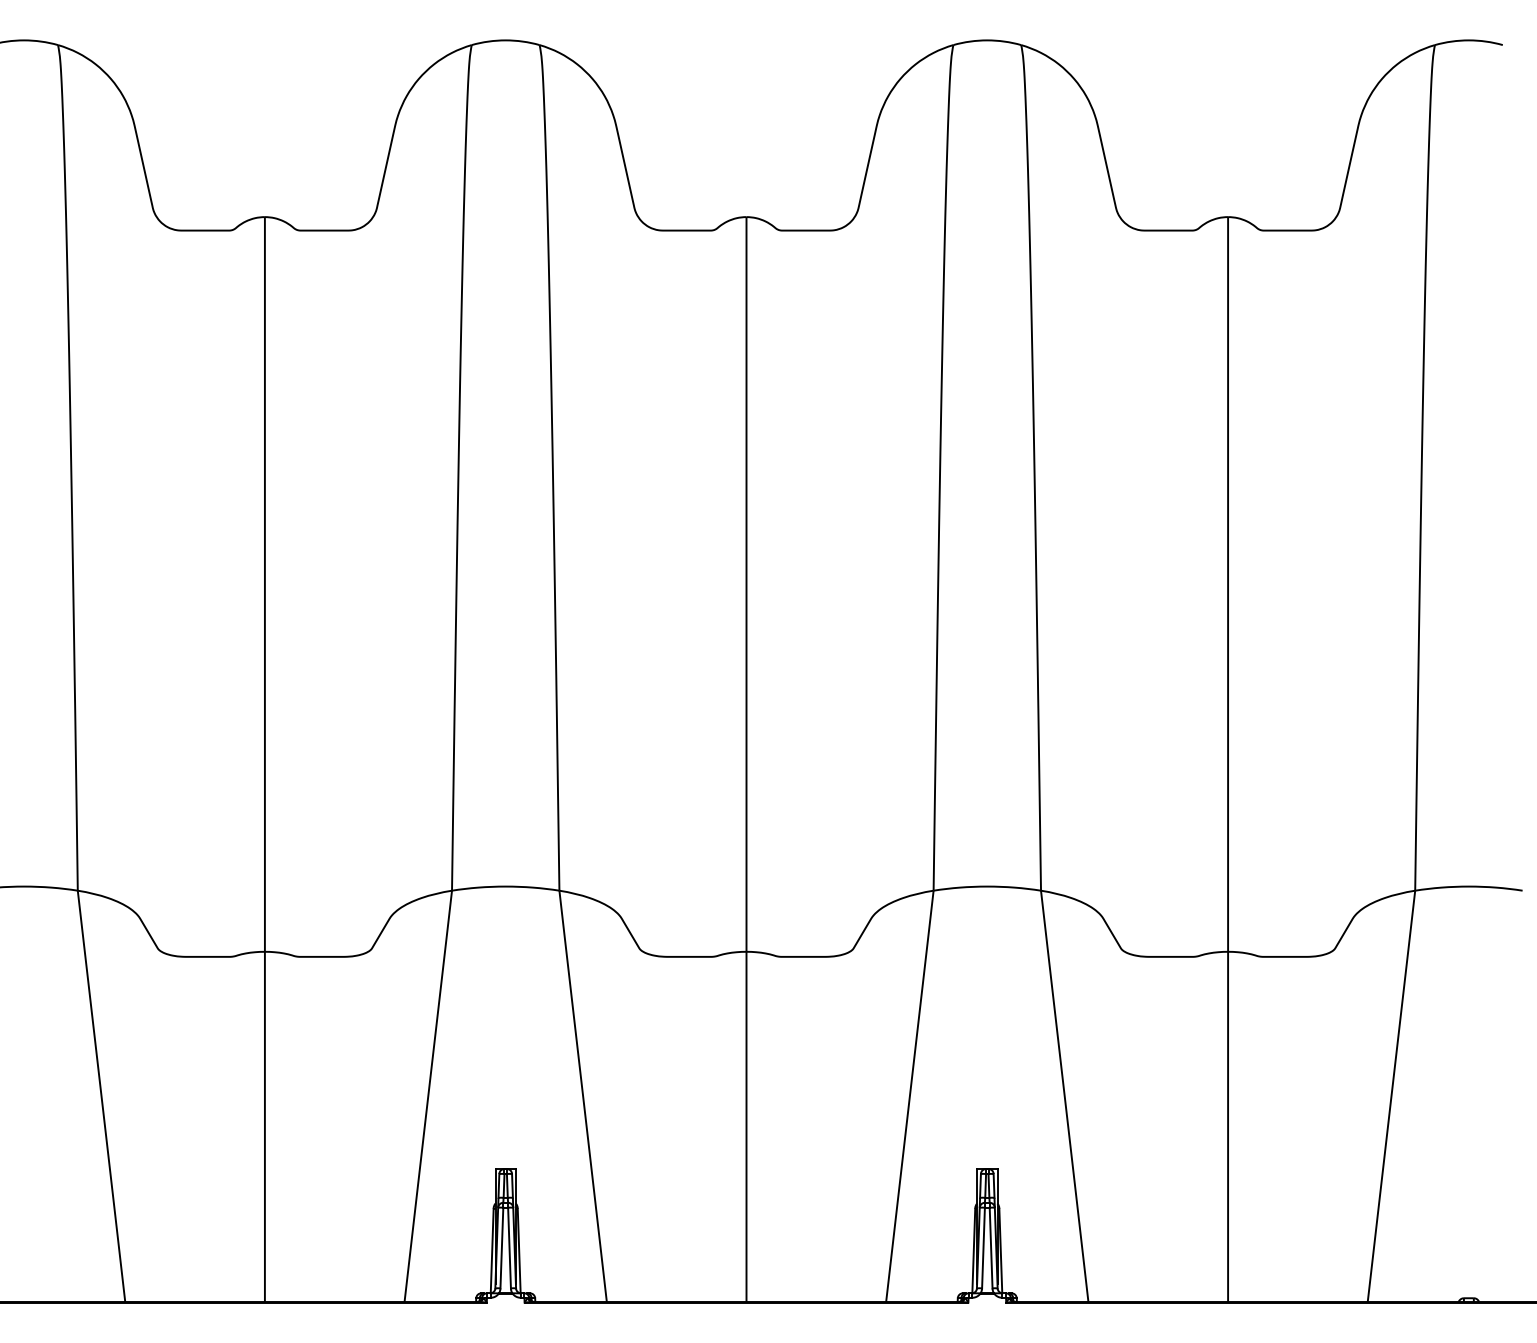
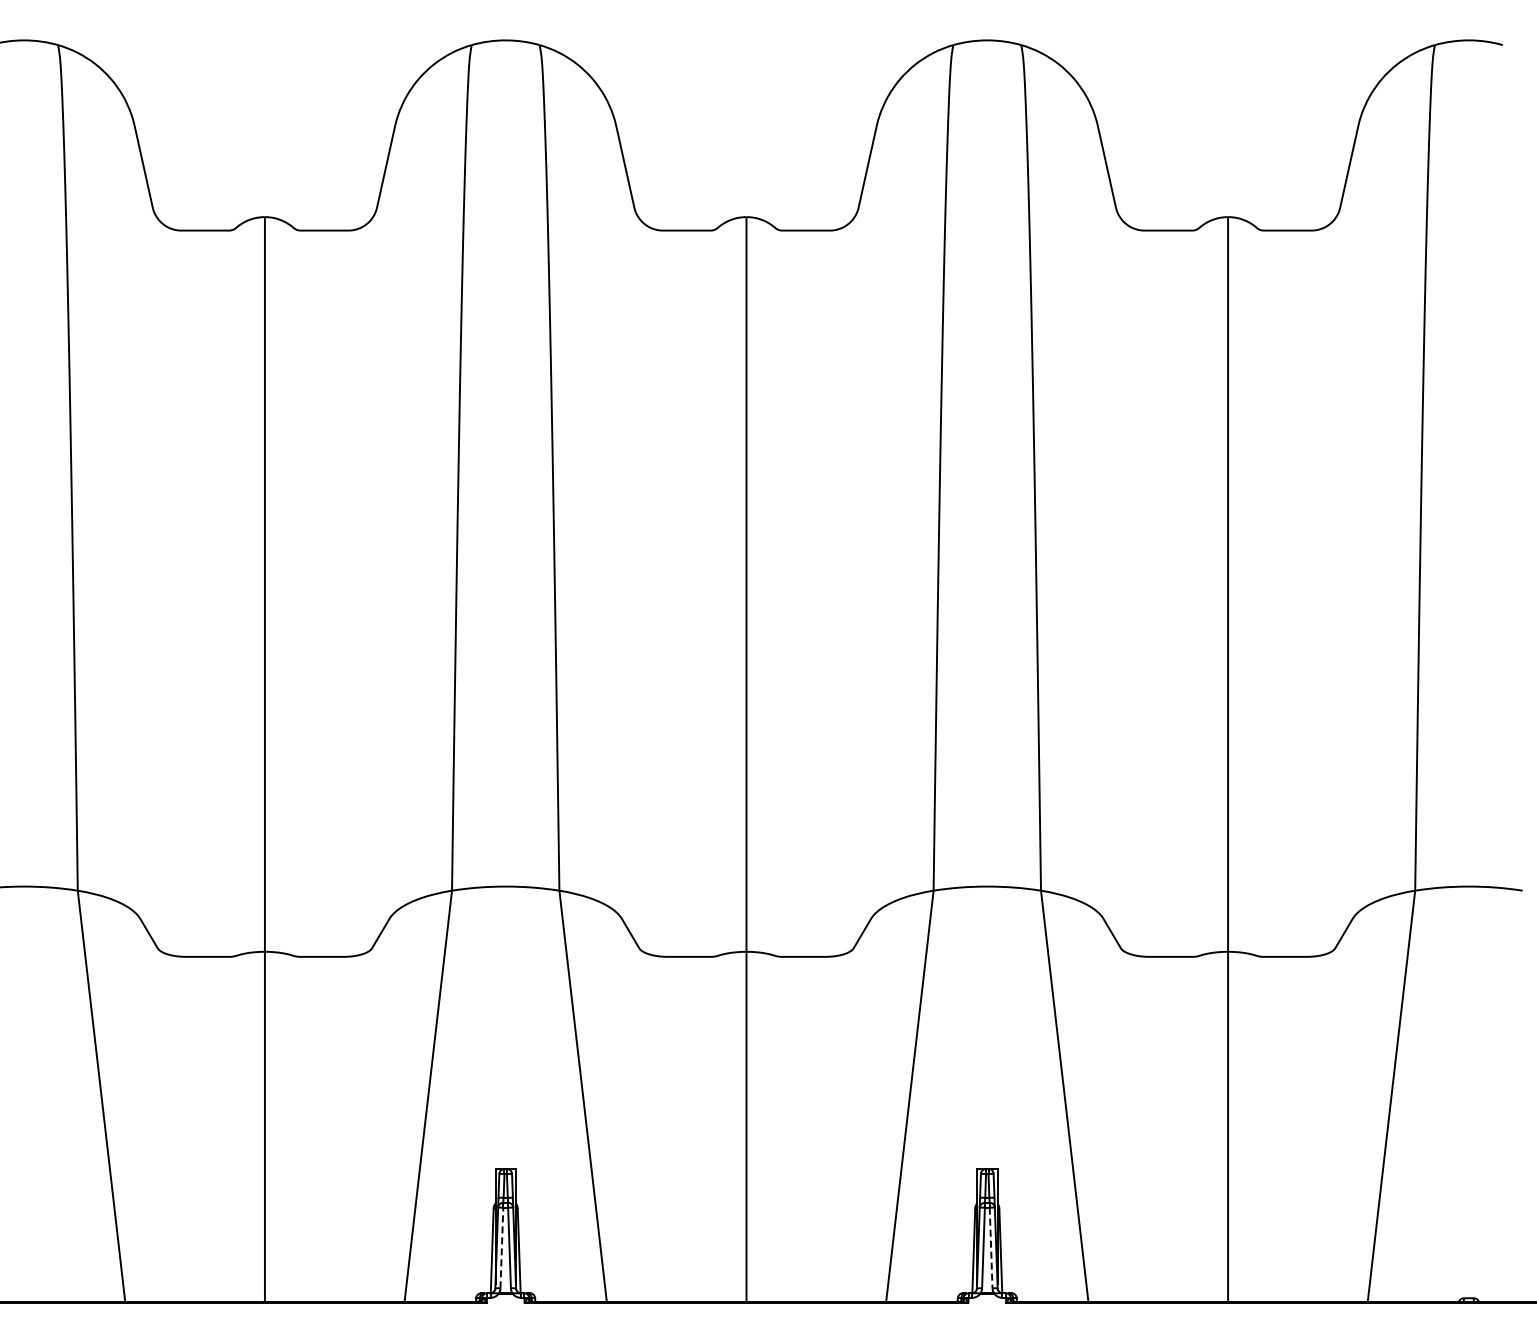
line at (501, 1247): solid -> dashed
line at (991, 1248): solid -> dashed
